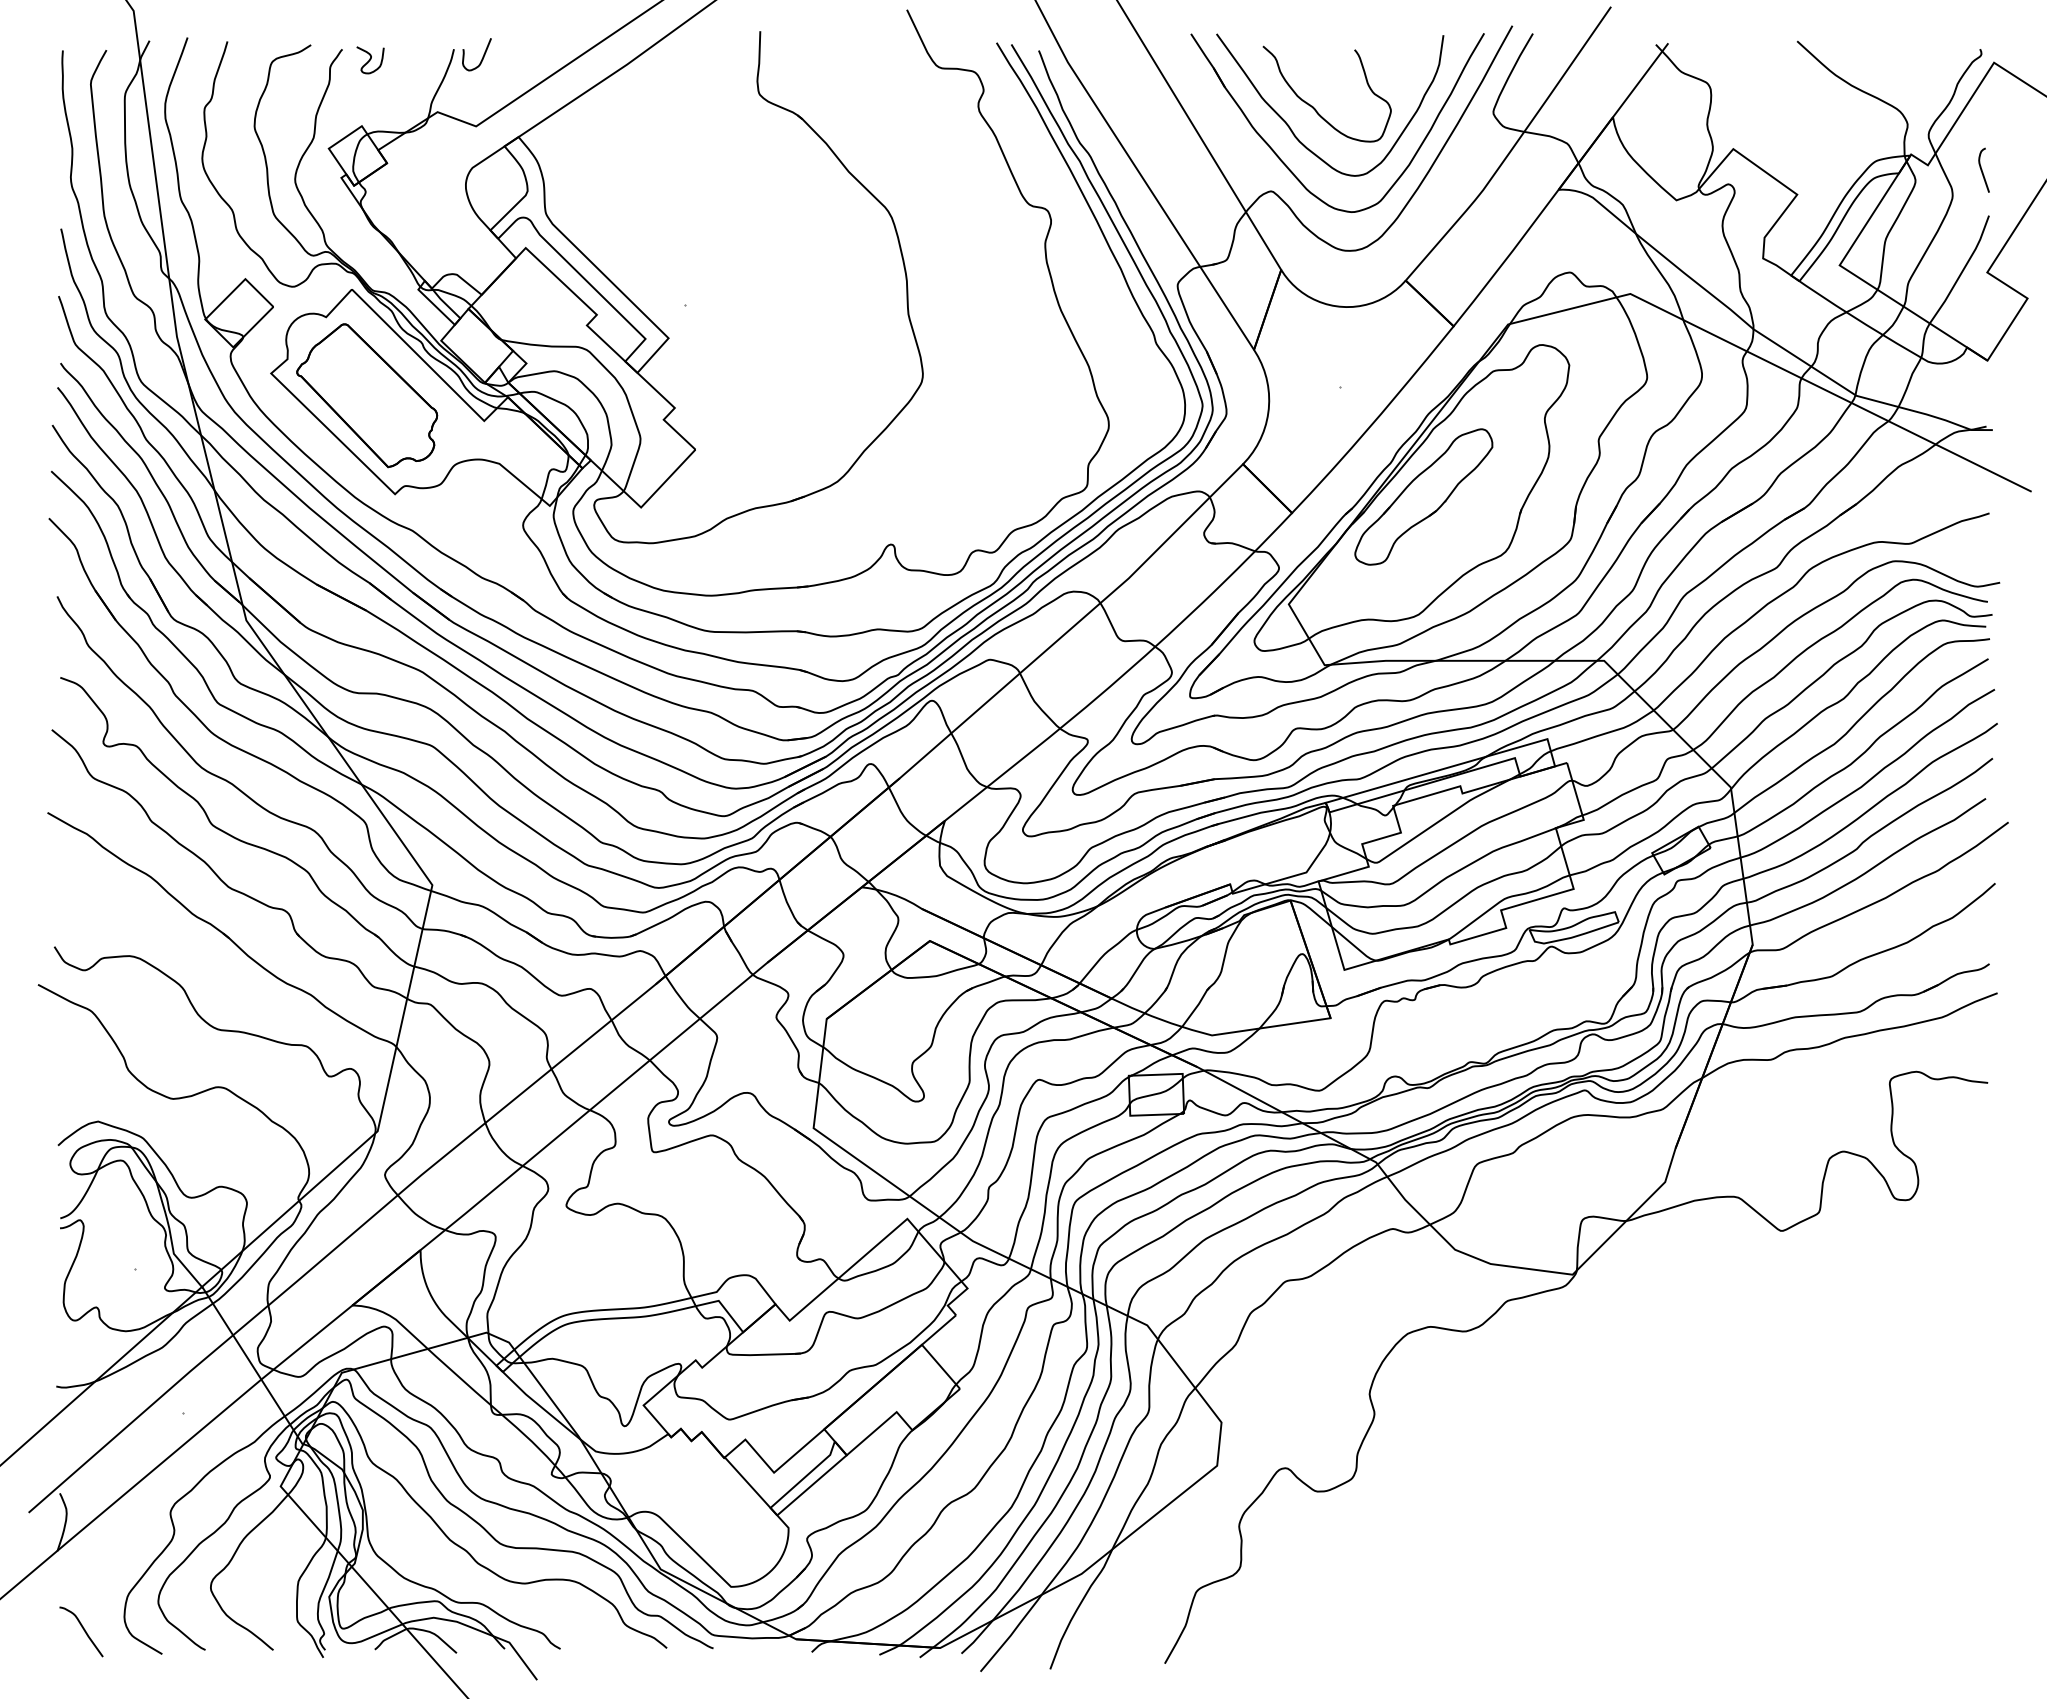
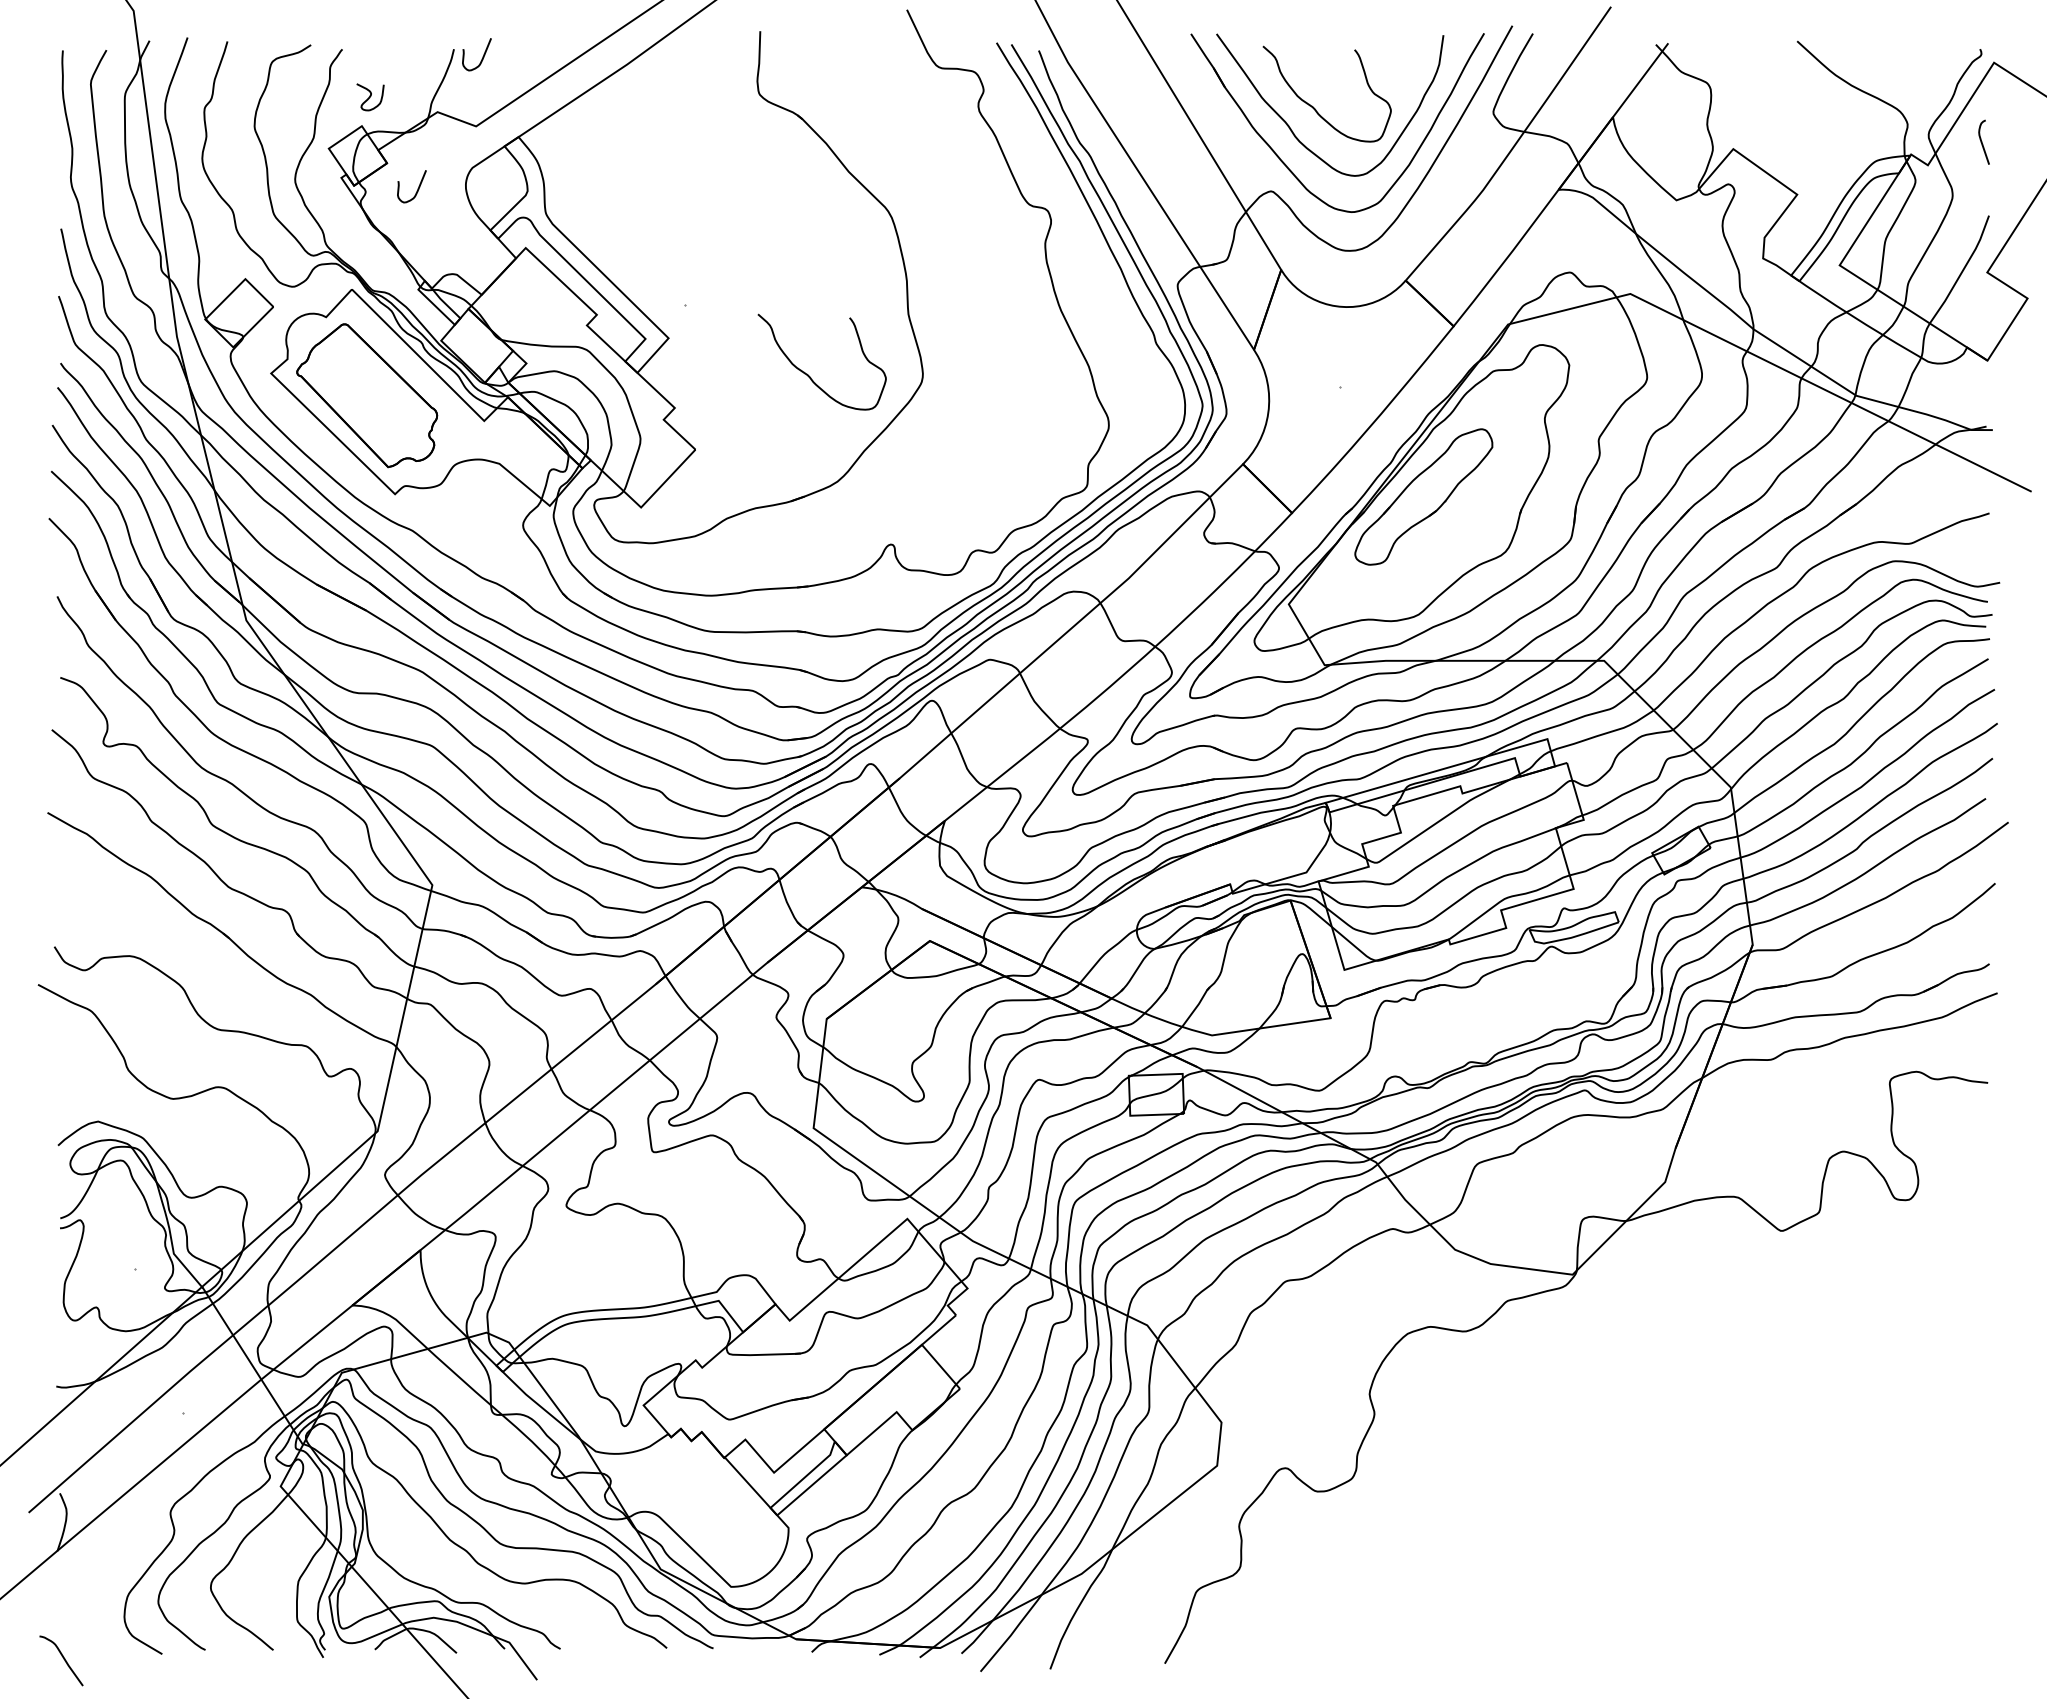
curve at (370, 60) position: (370, 60) -> (370, 97)
curve at (1982, 169) position: (1982, 169) -> (1982, 141)
curve at (417, 188): none -> present
curve at (808, 374): none -> present
curve at (83, 1630) position: (83, 1630) -> (63, 1659)
